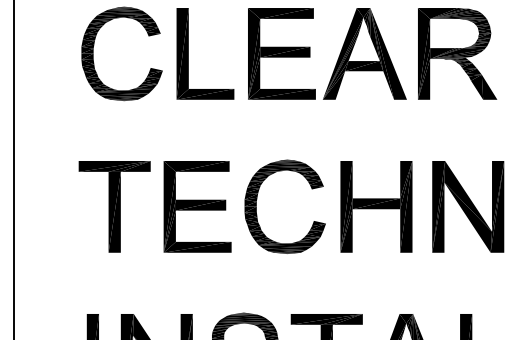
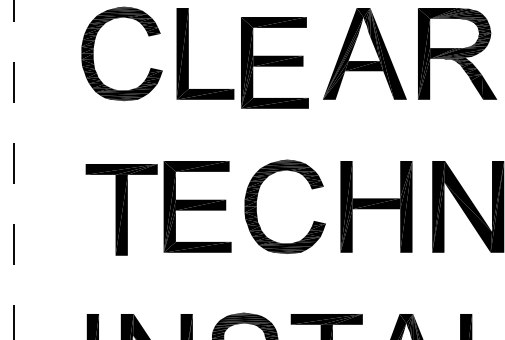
part at (281, 53) position: (281, 53) -> (274, 62)
line at (13, 169): solid -> dashed
part at (114, 206) position: (114, 206) -> (121, 209)
